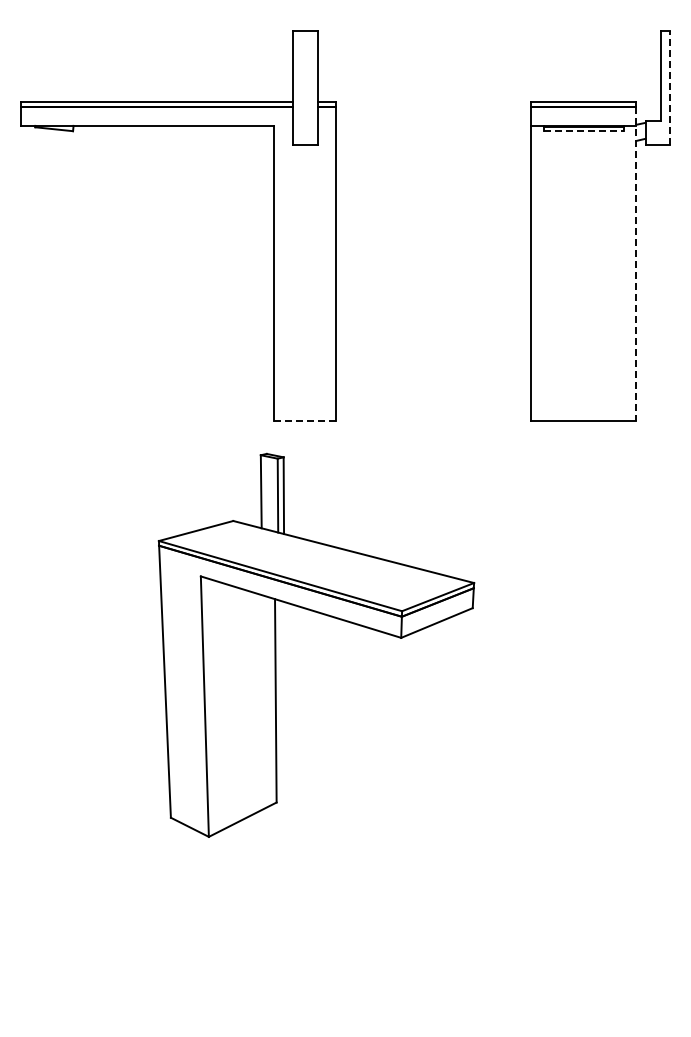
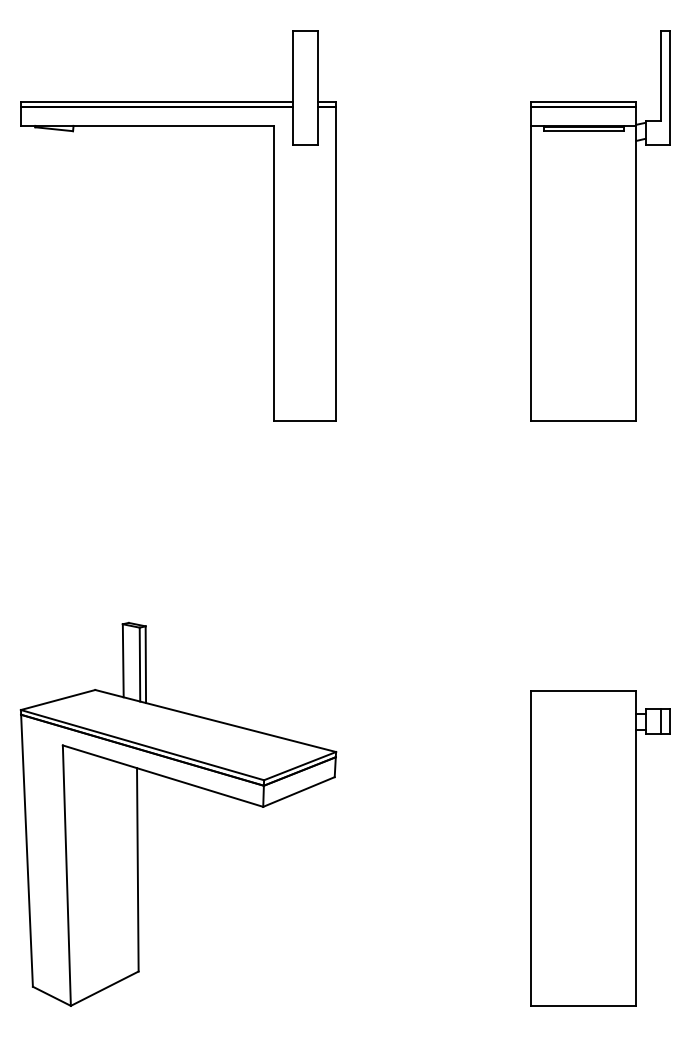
line at (670, 88): dashed -> solid
line at (584, 131): dashed -> solid
line at (636, 264): dashed -> solid
line at (305, 421): dashed -> solid
part at (324, 615) position: (324, 615) -> (186, 784)
part at (600, 848): none -> present
